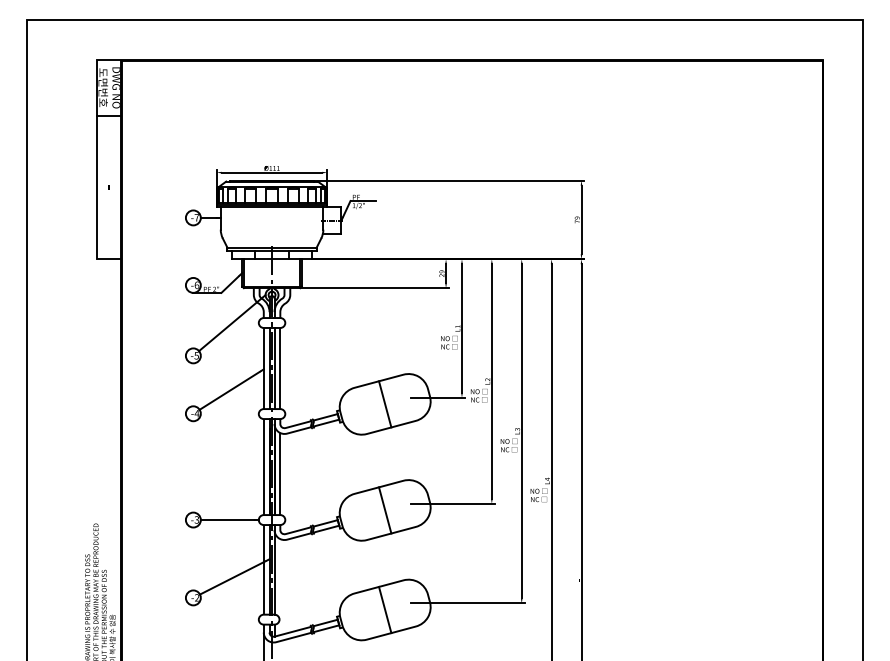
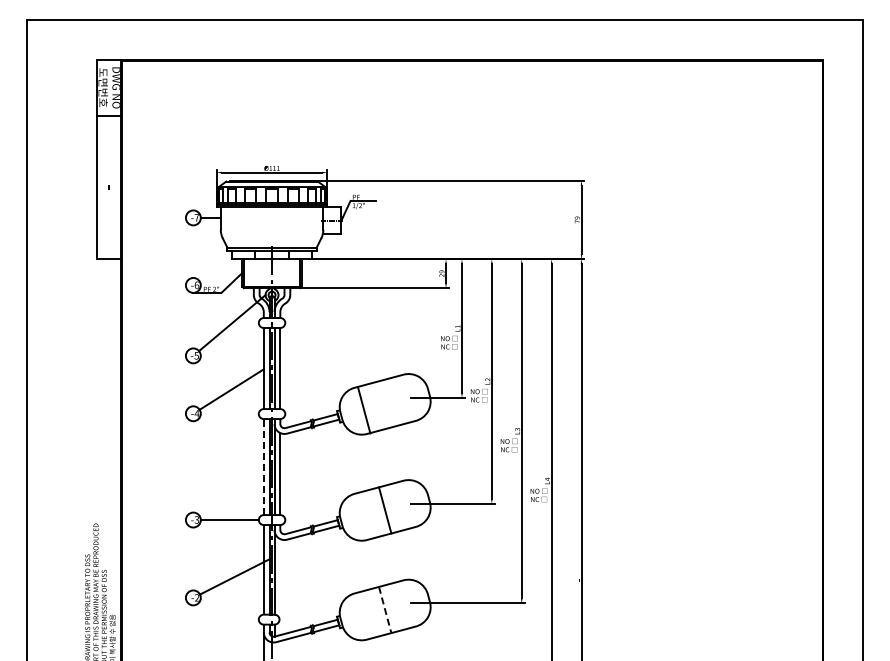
line at (385, 404) position: (385, 404) -> (364, 410)
line at (263, 466): solid -> dashed
line at (385, 610): solid -> dashed
